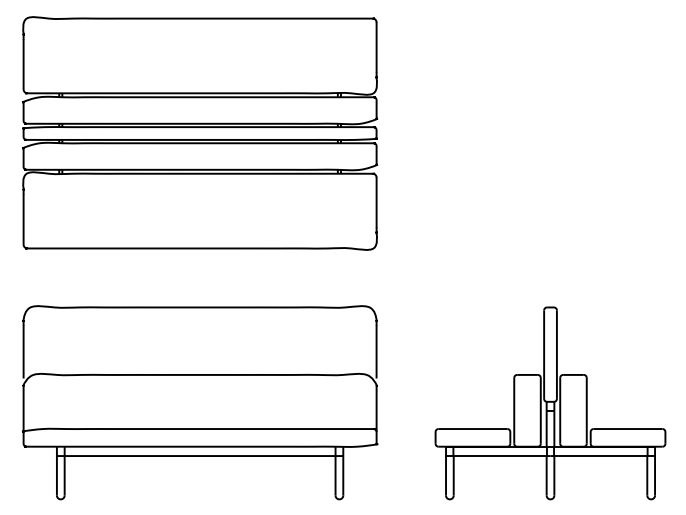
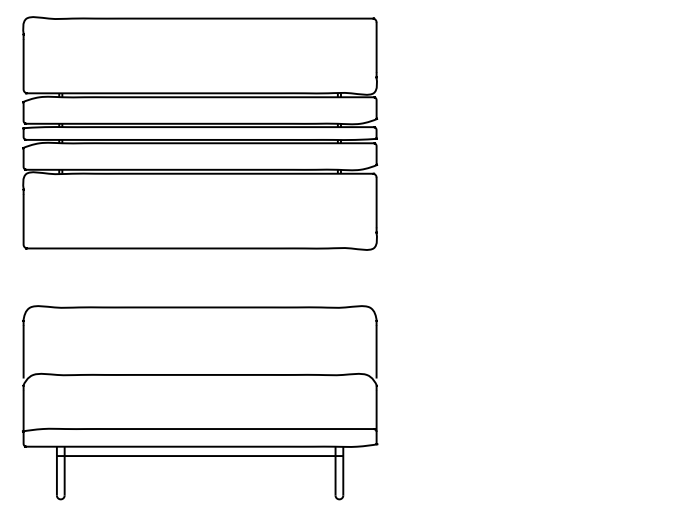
part at (550, 403): present -> none
